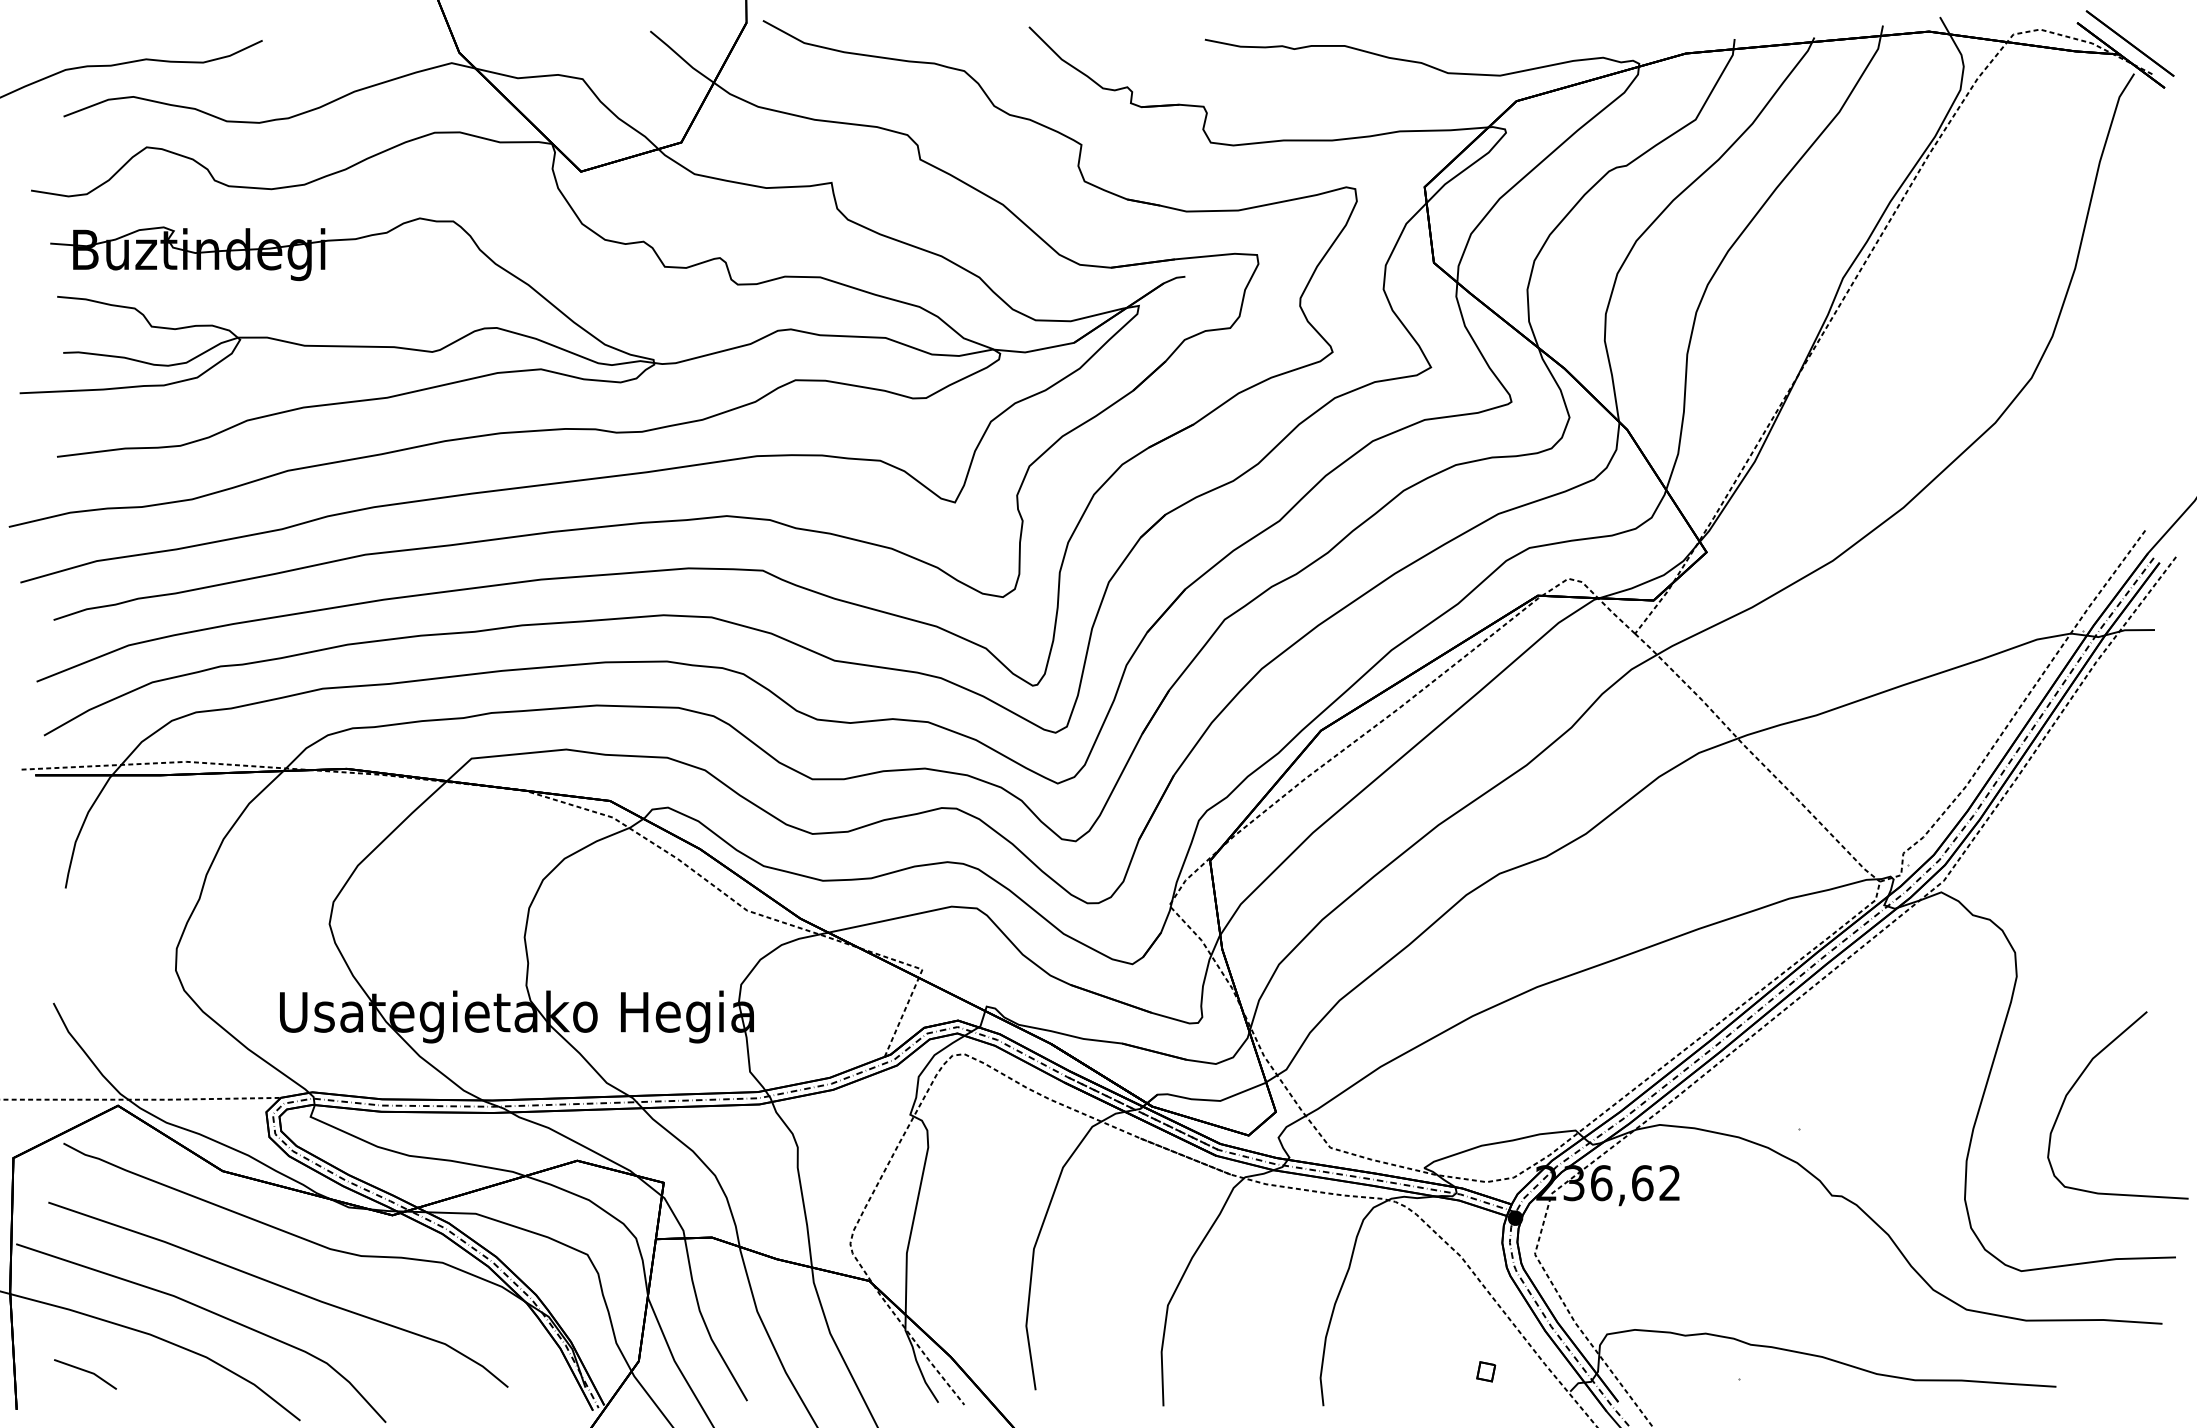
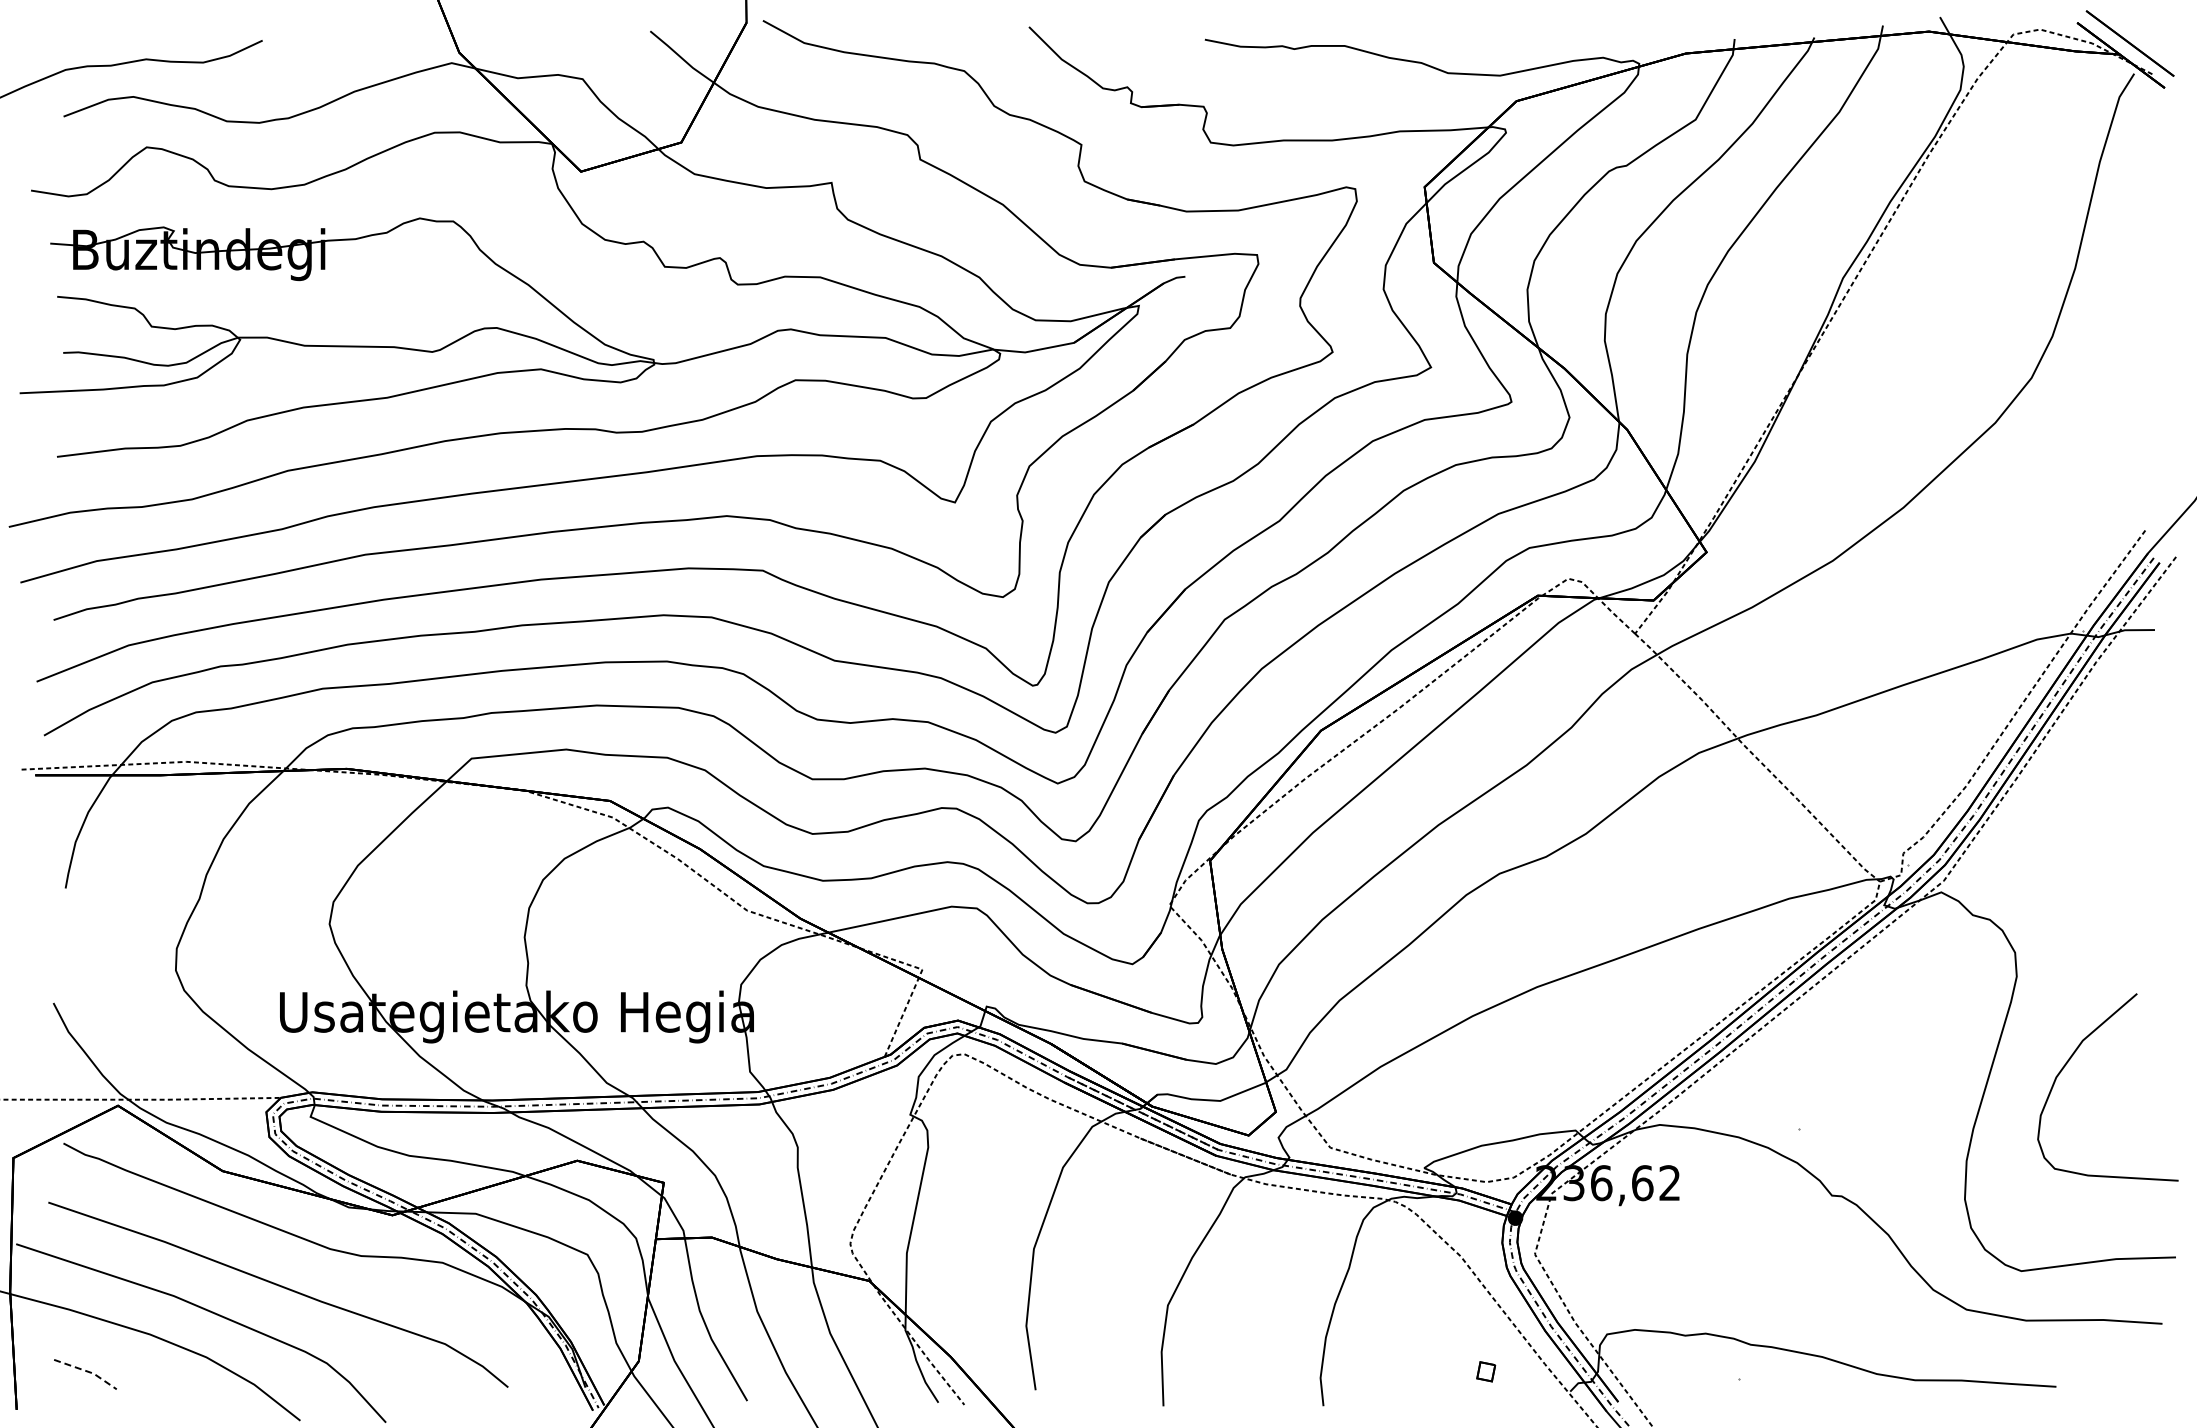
curve at (2081, 1076) position: (2081, 1076) -> (2071, 1058)
line at (87, 1371): solid -> dashed
